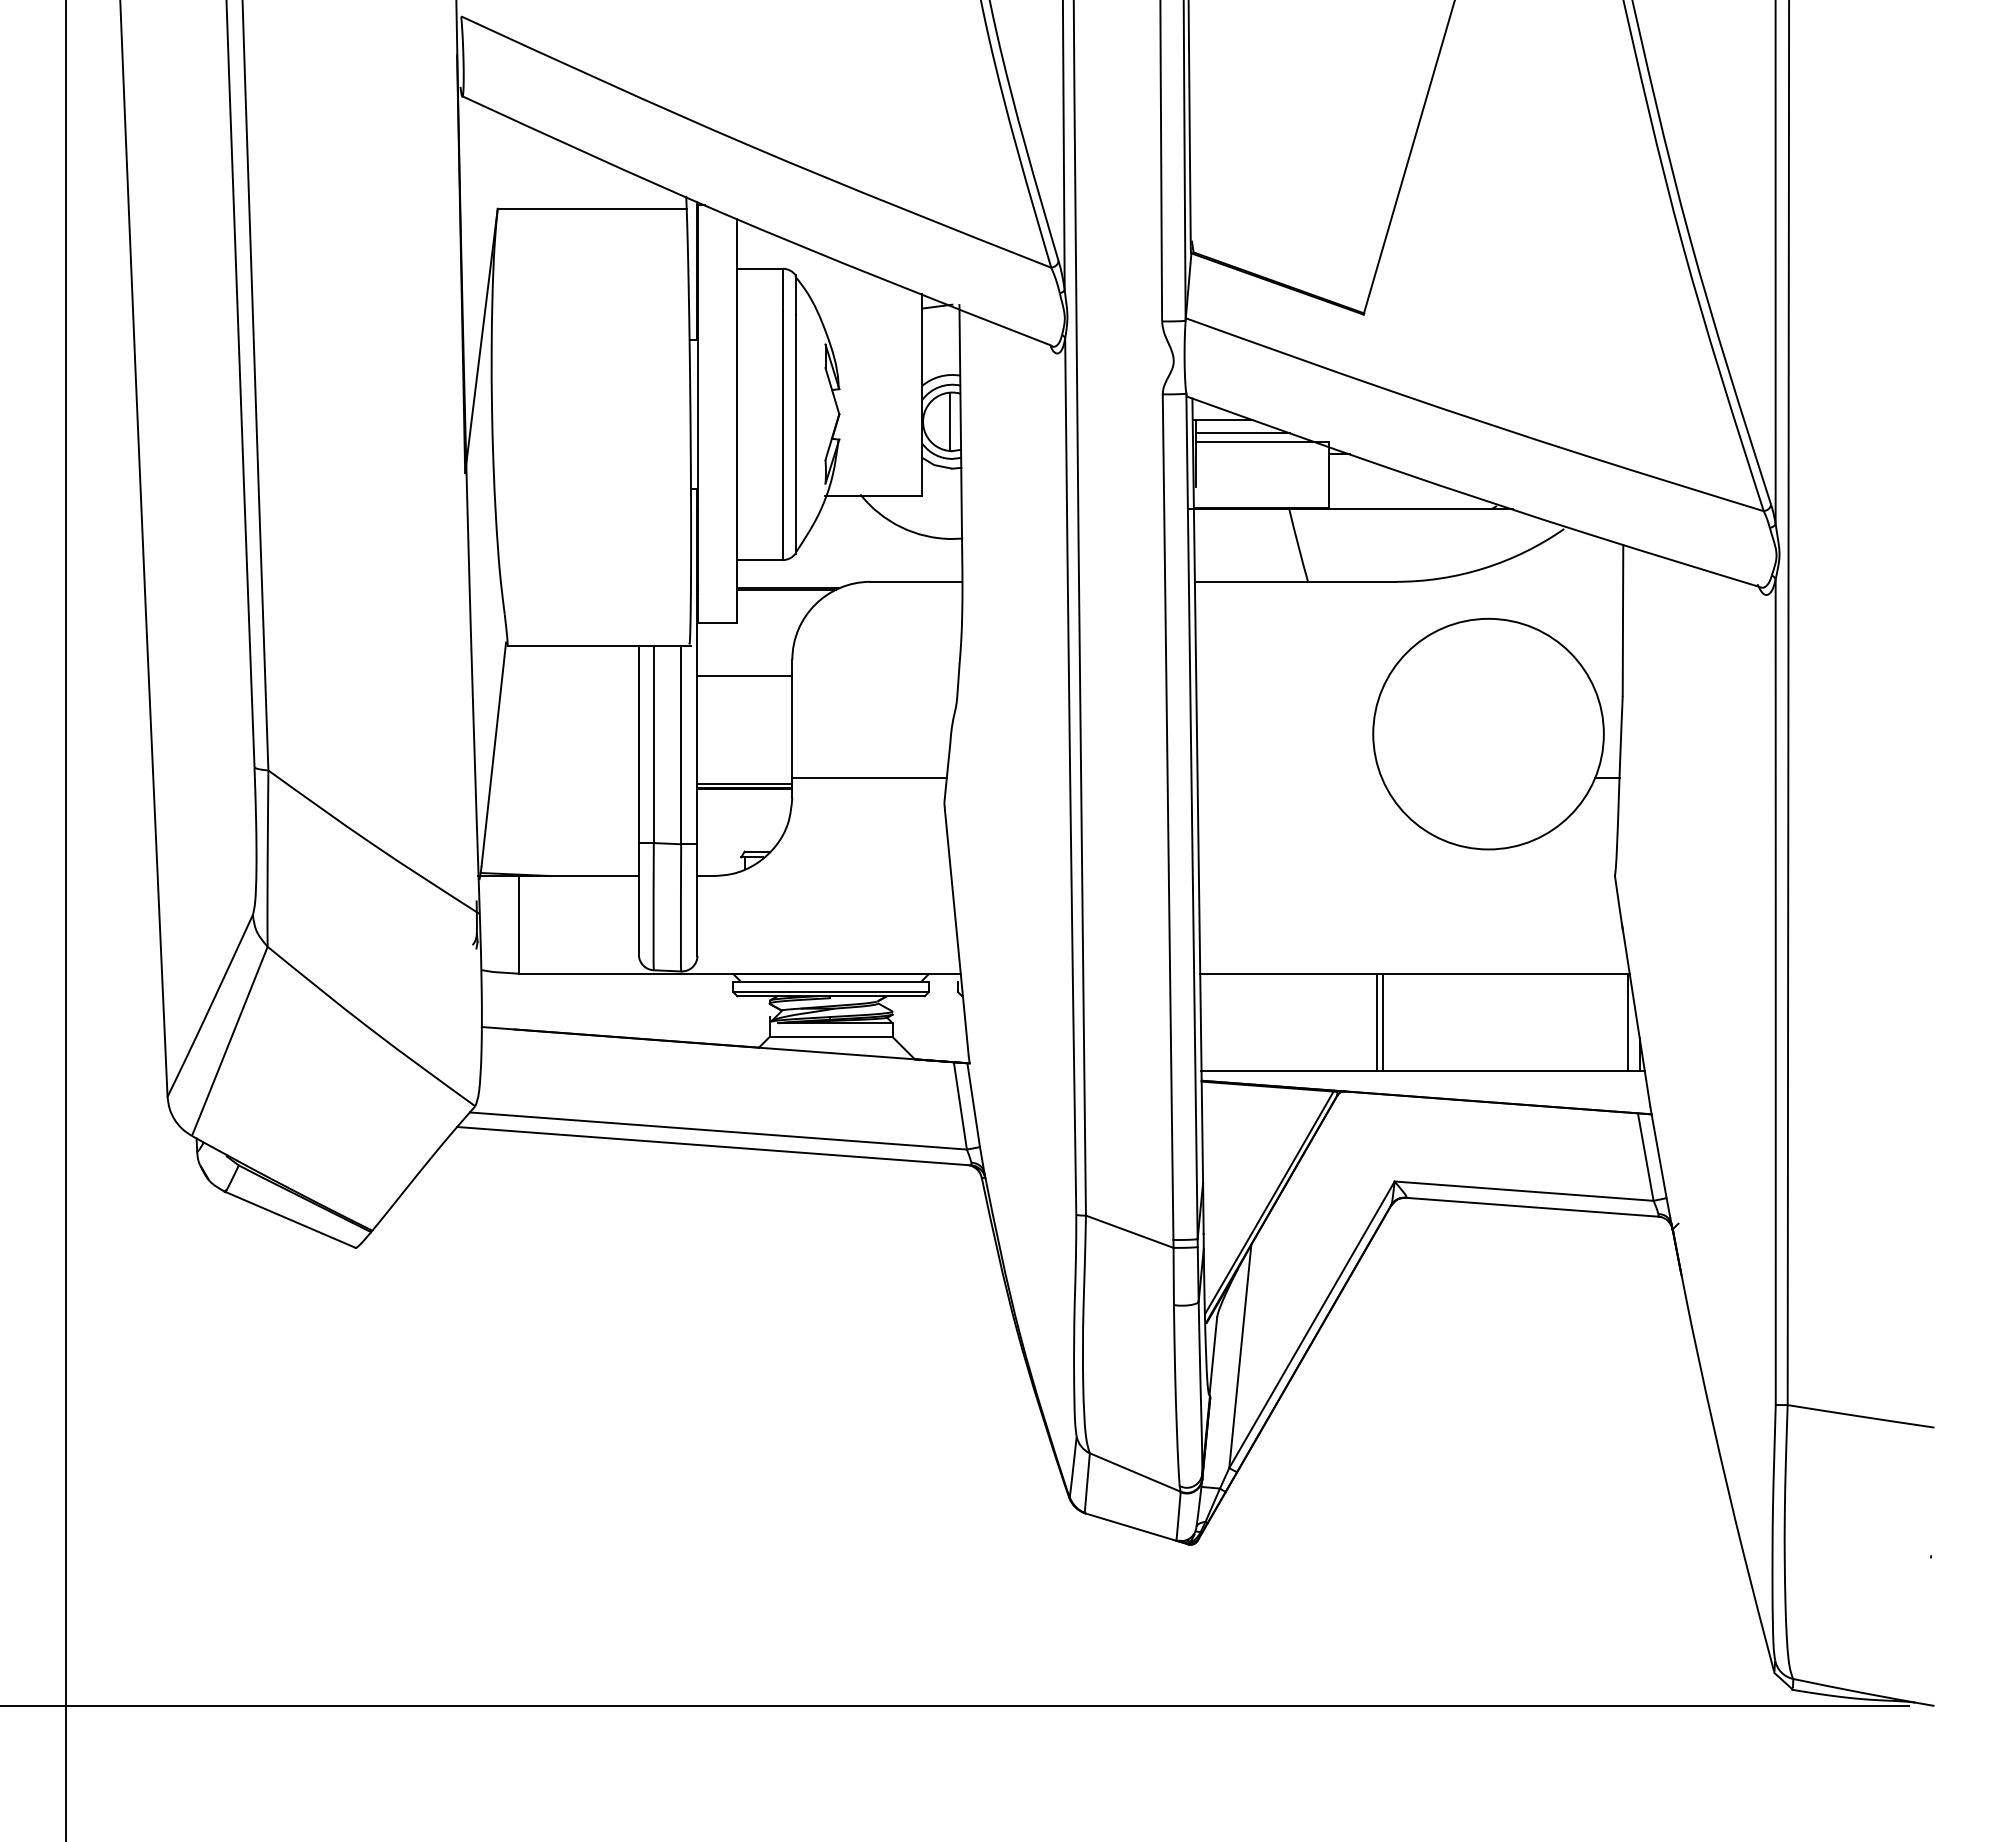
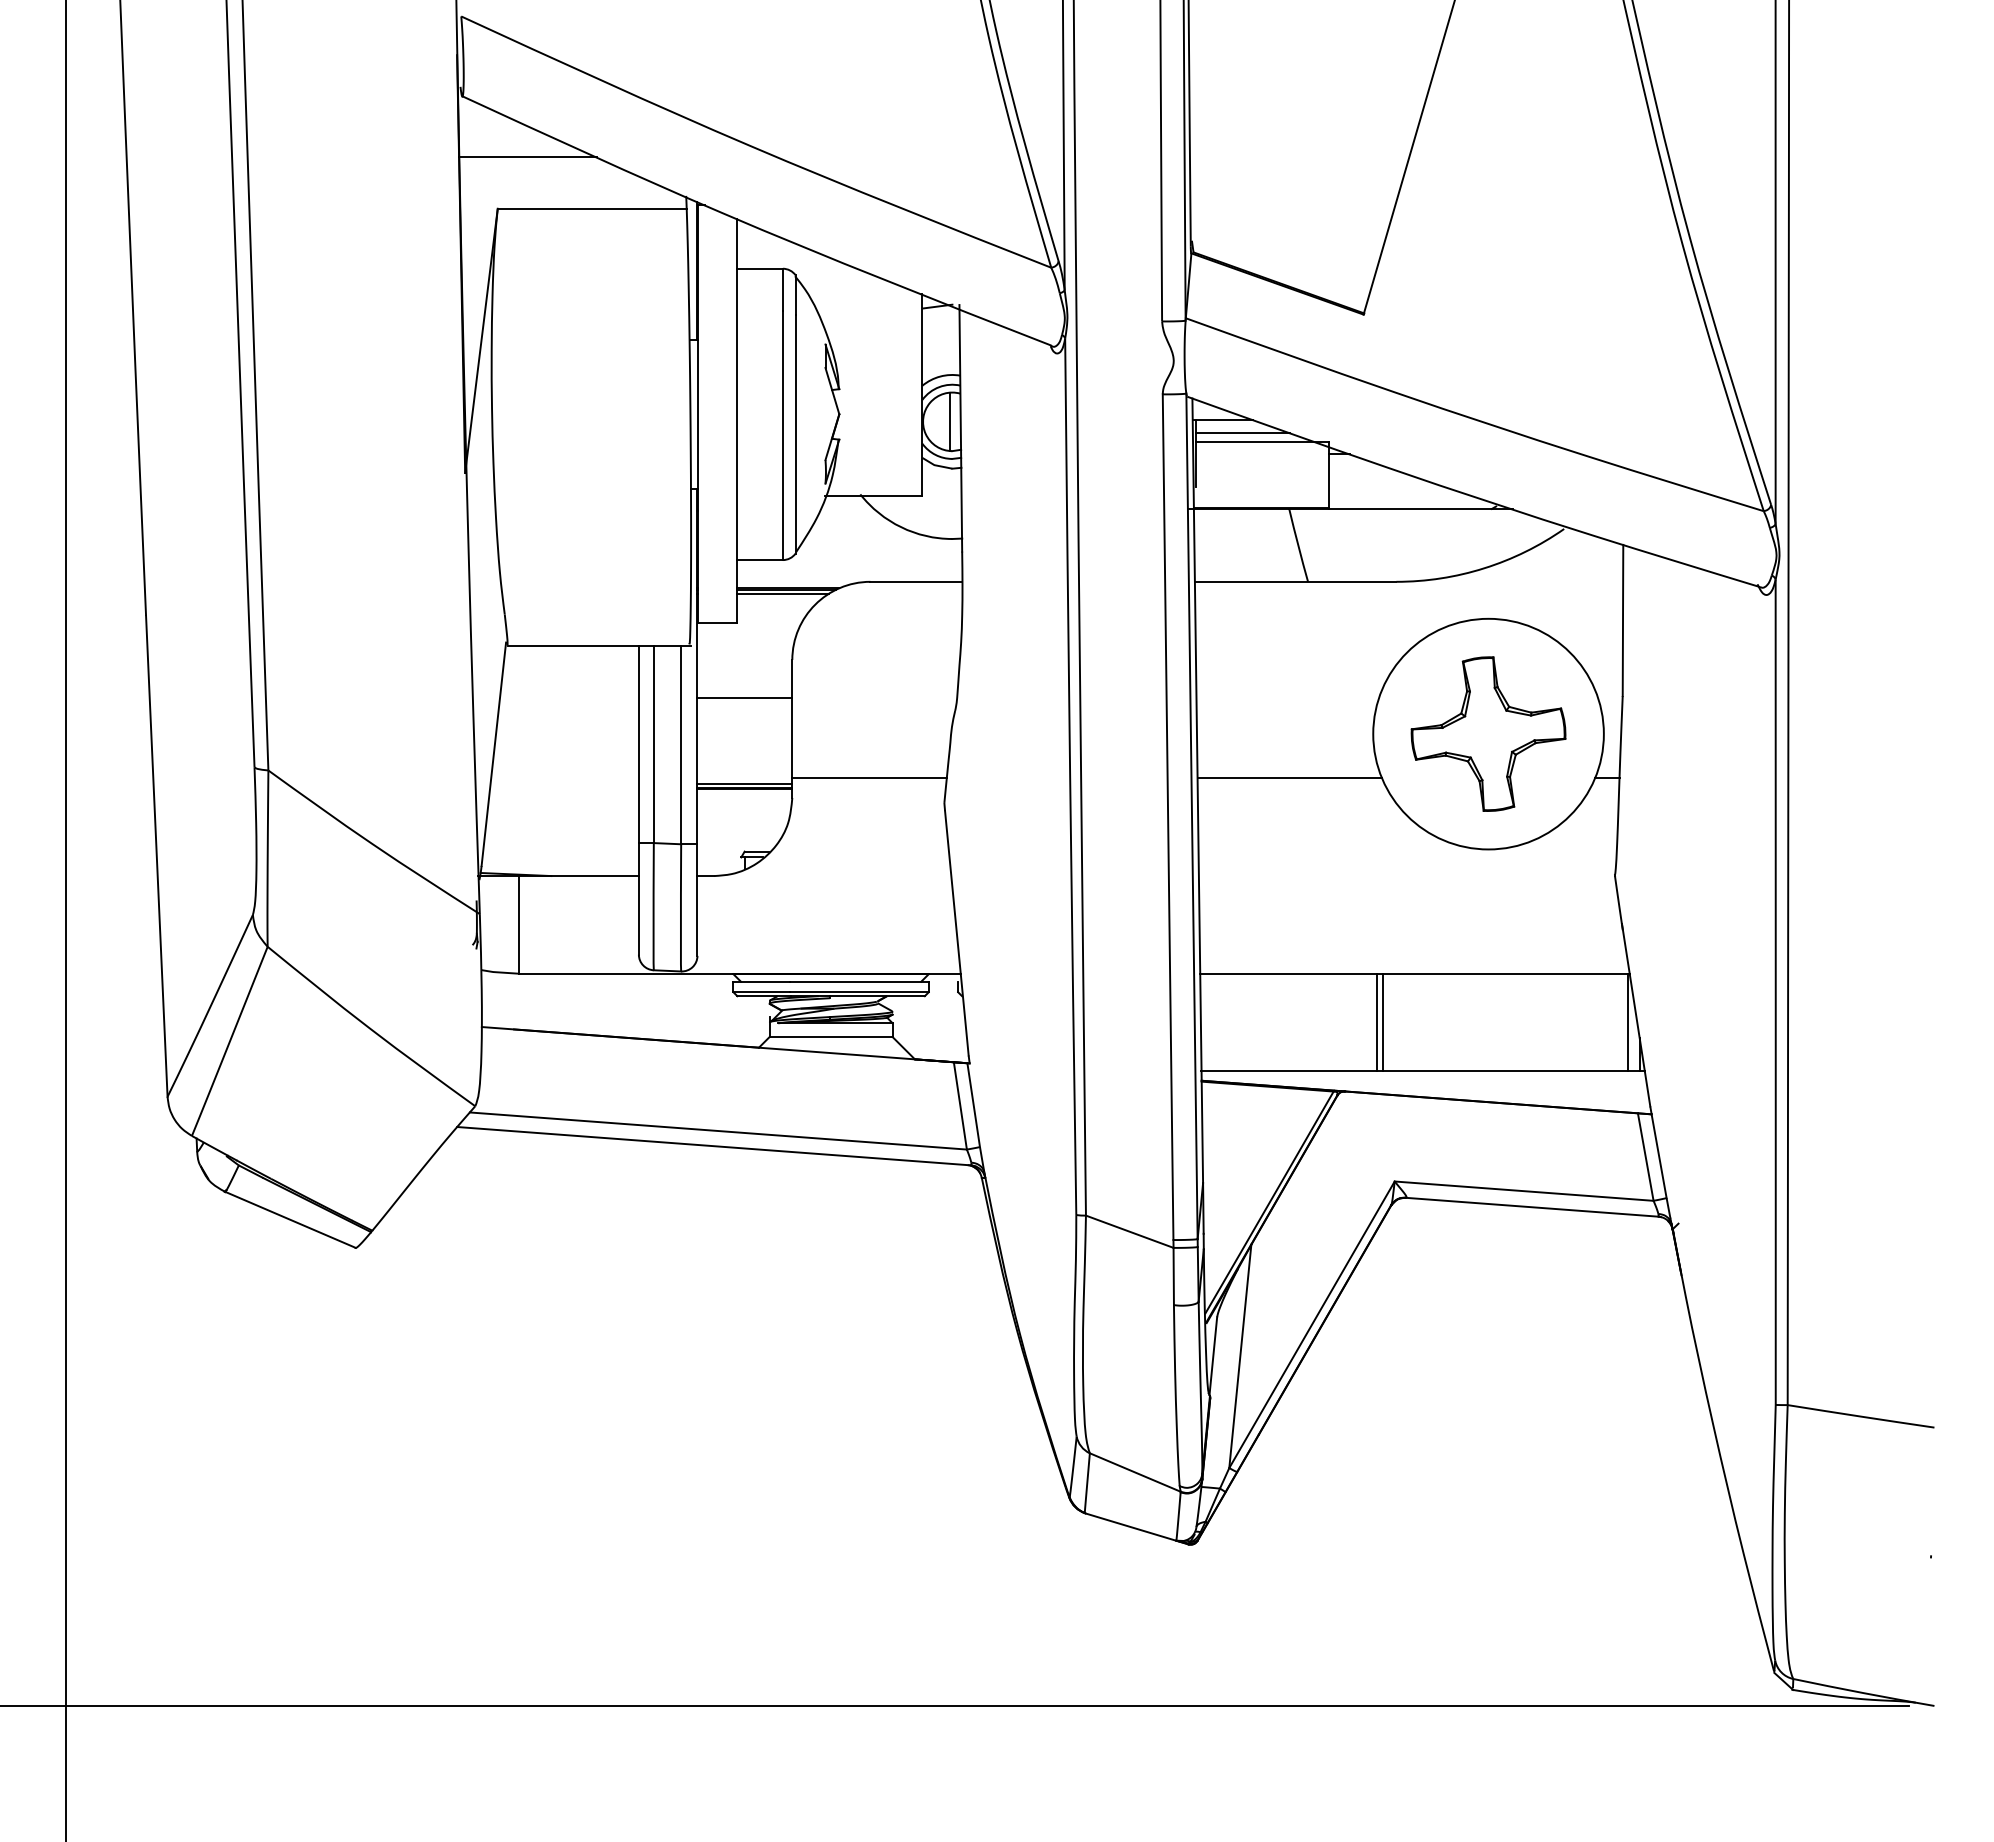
line at (527, 156): none -> present
line at (782, 593): none -> present
line at (744, 676) position: (744, 676) -> (744, 698)
part at (1488, 733): none -> present
line at (1289, 778): none -> present
